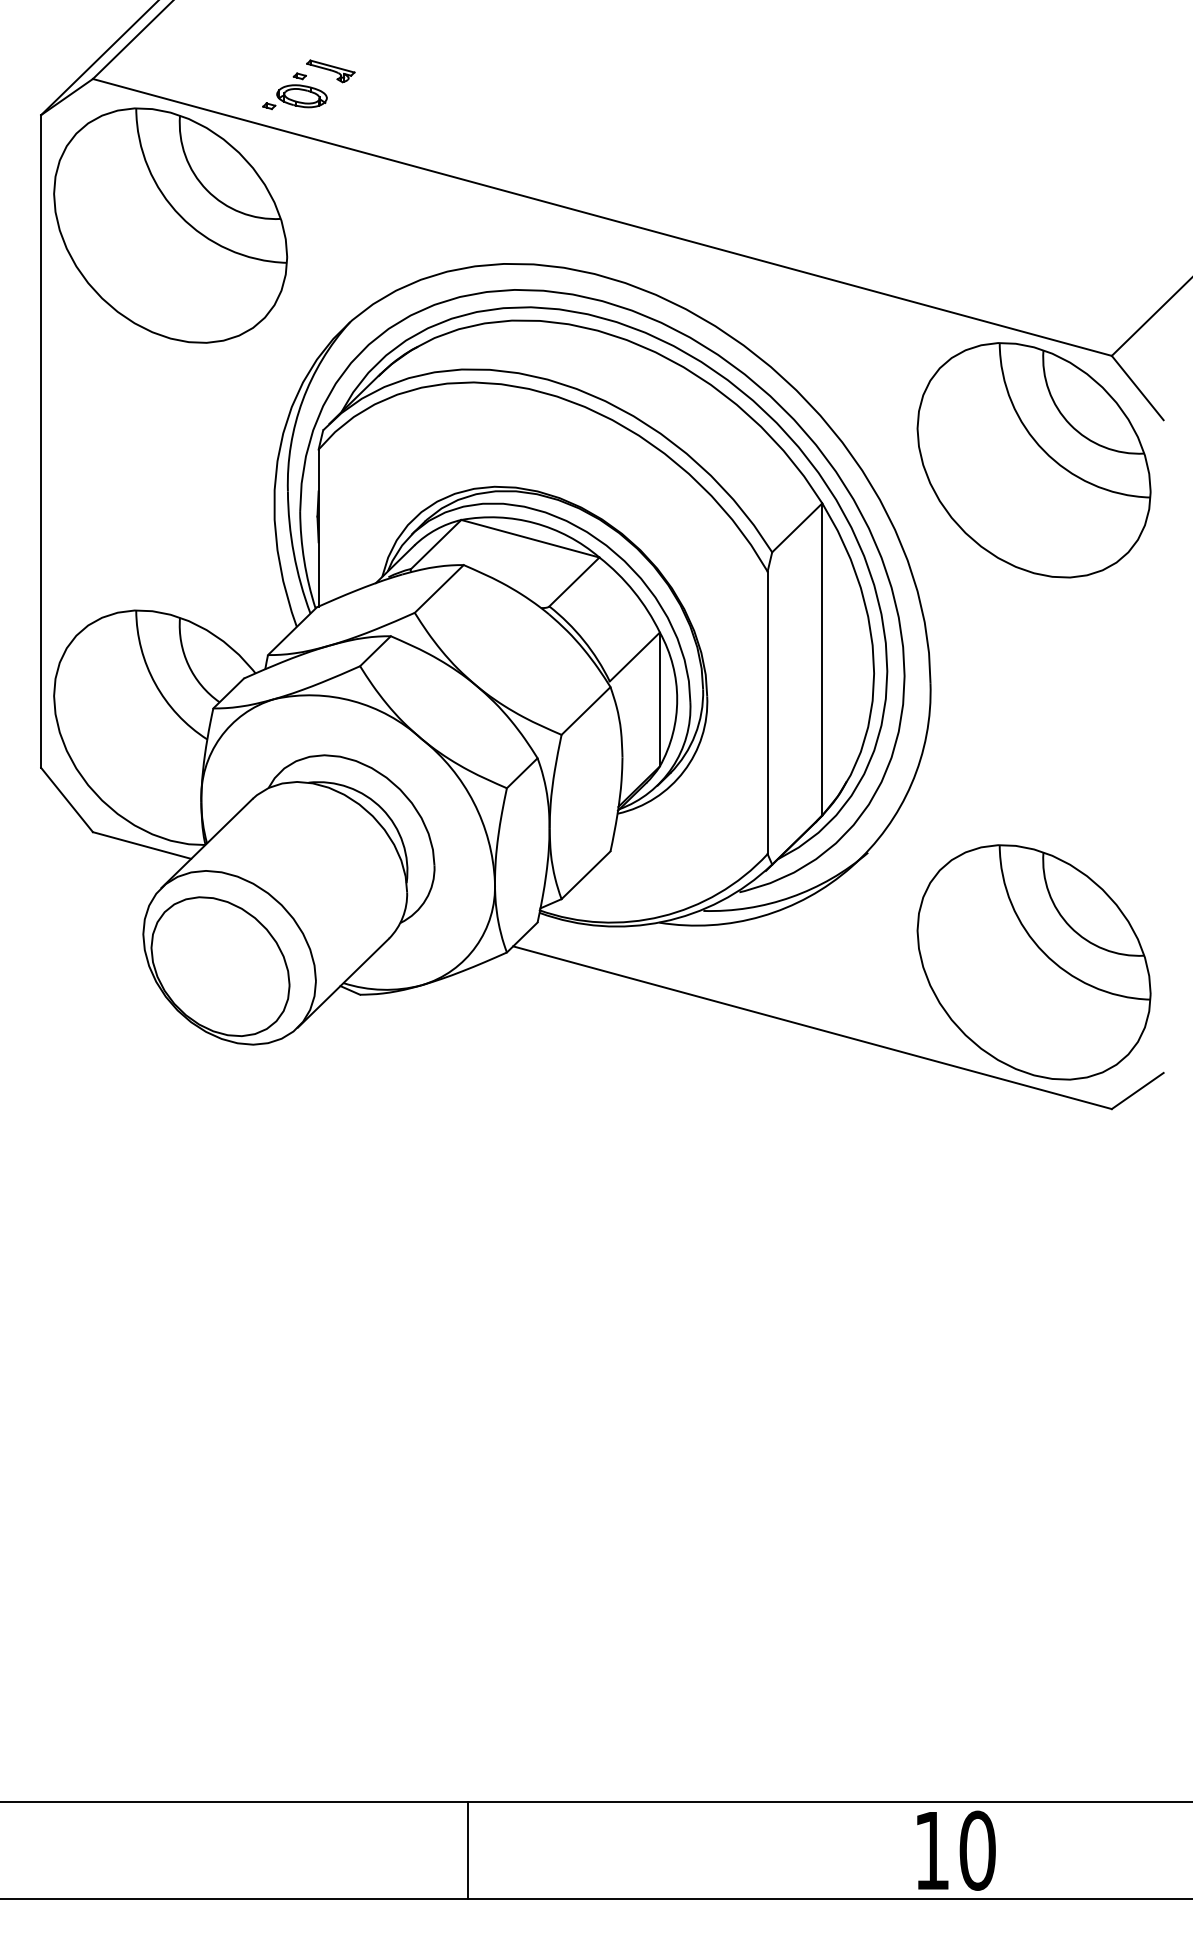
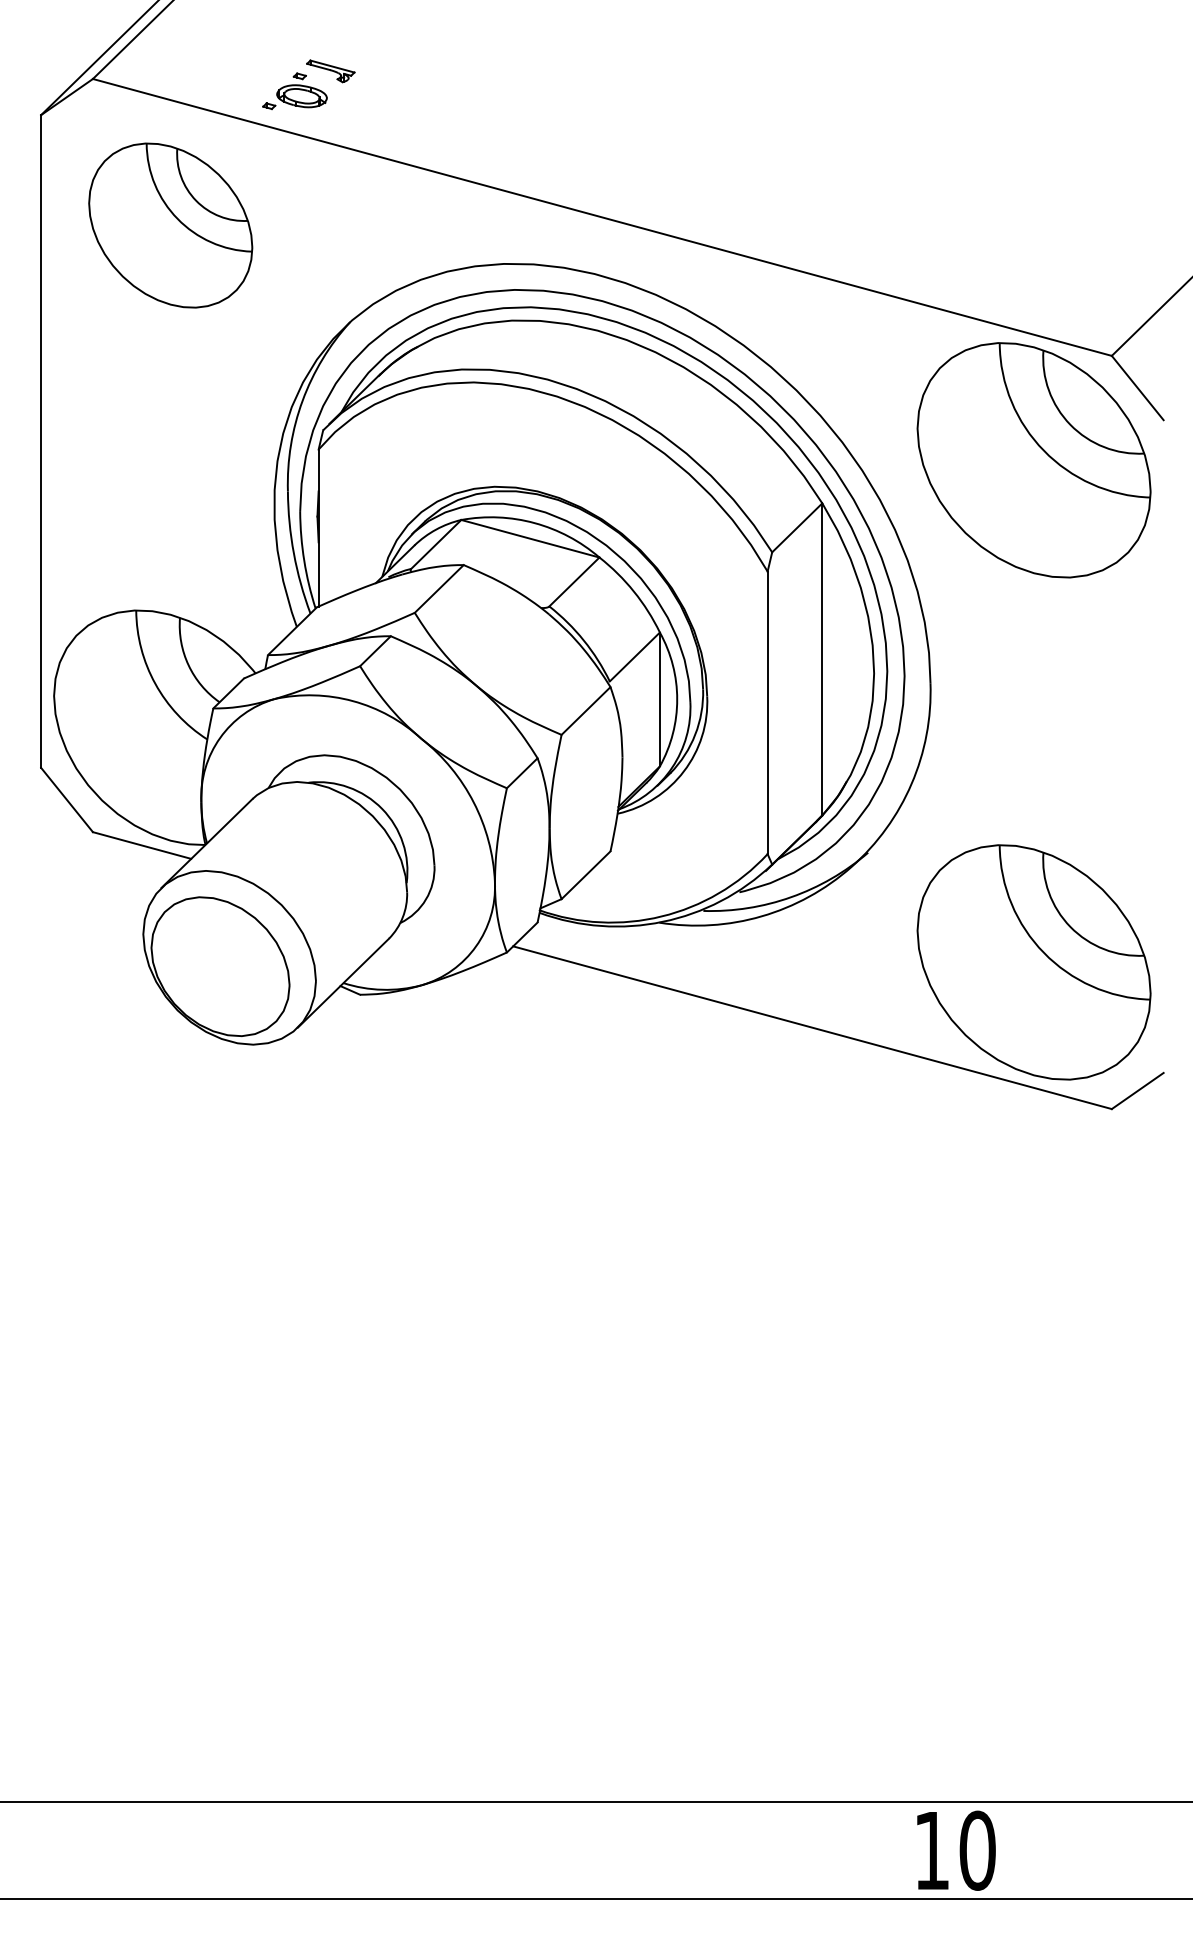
part at (170, 225) size: 236x237 px -> 166x167 px
line at (468, 1850): present -> none
